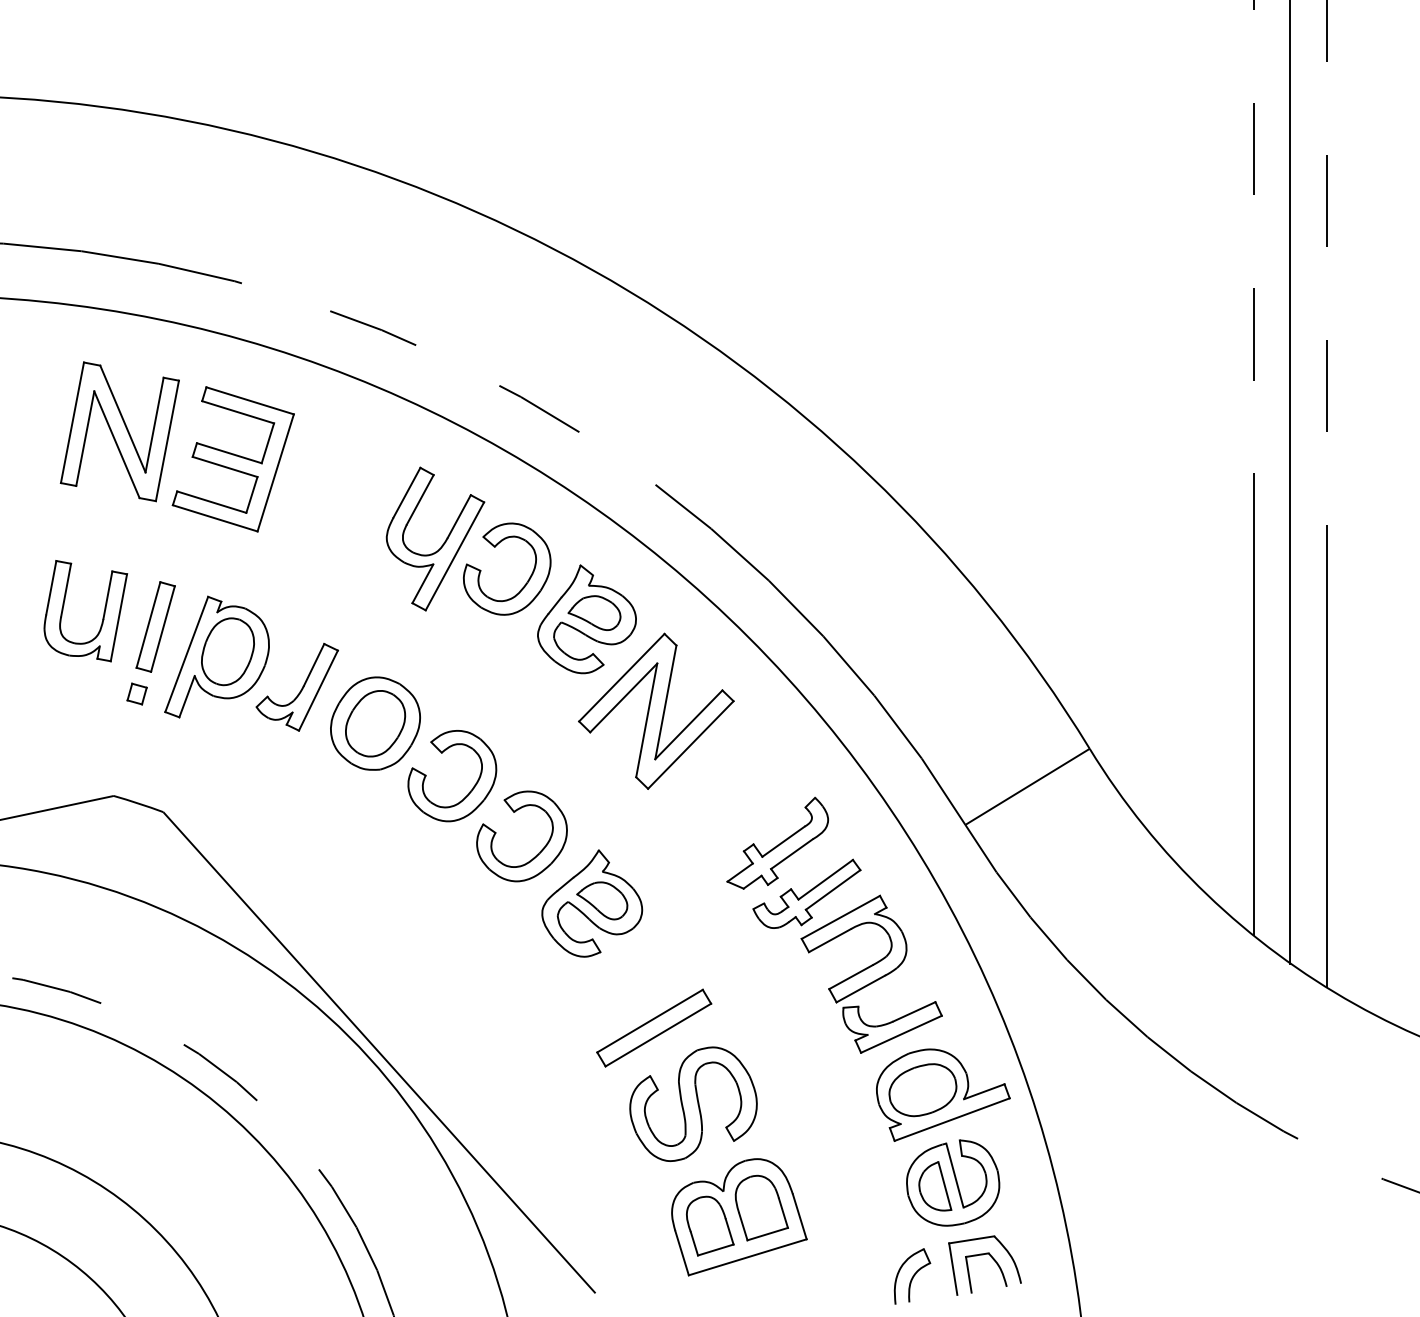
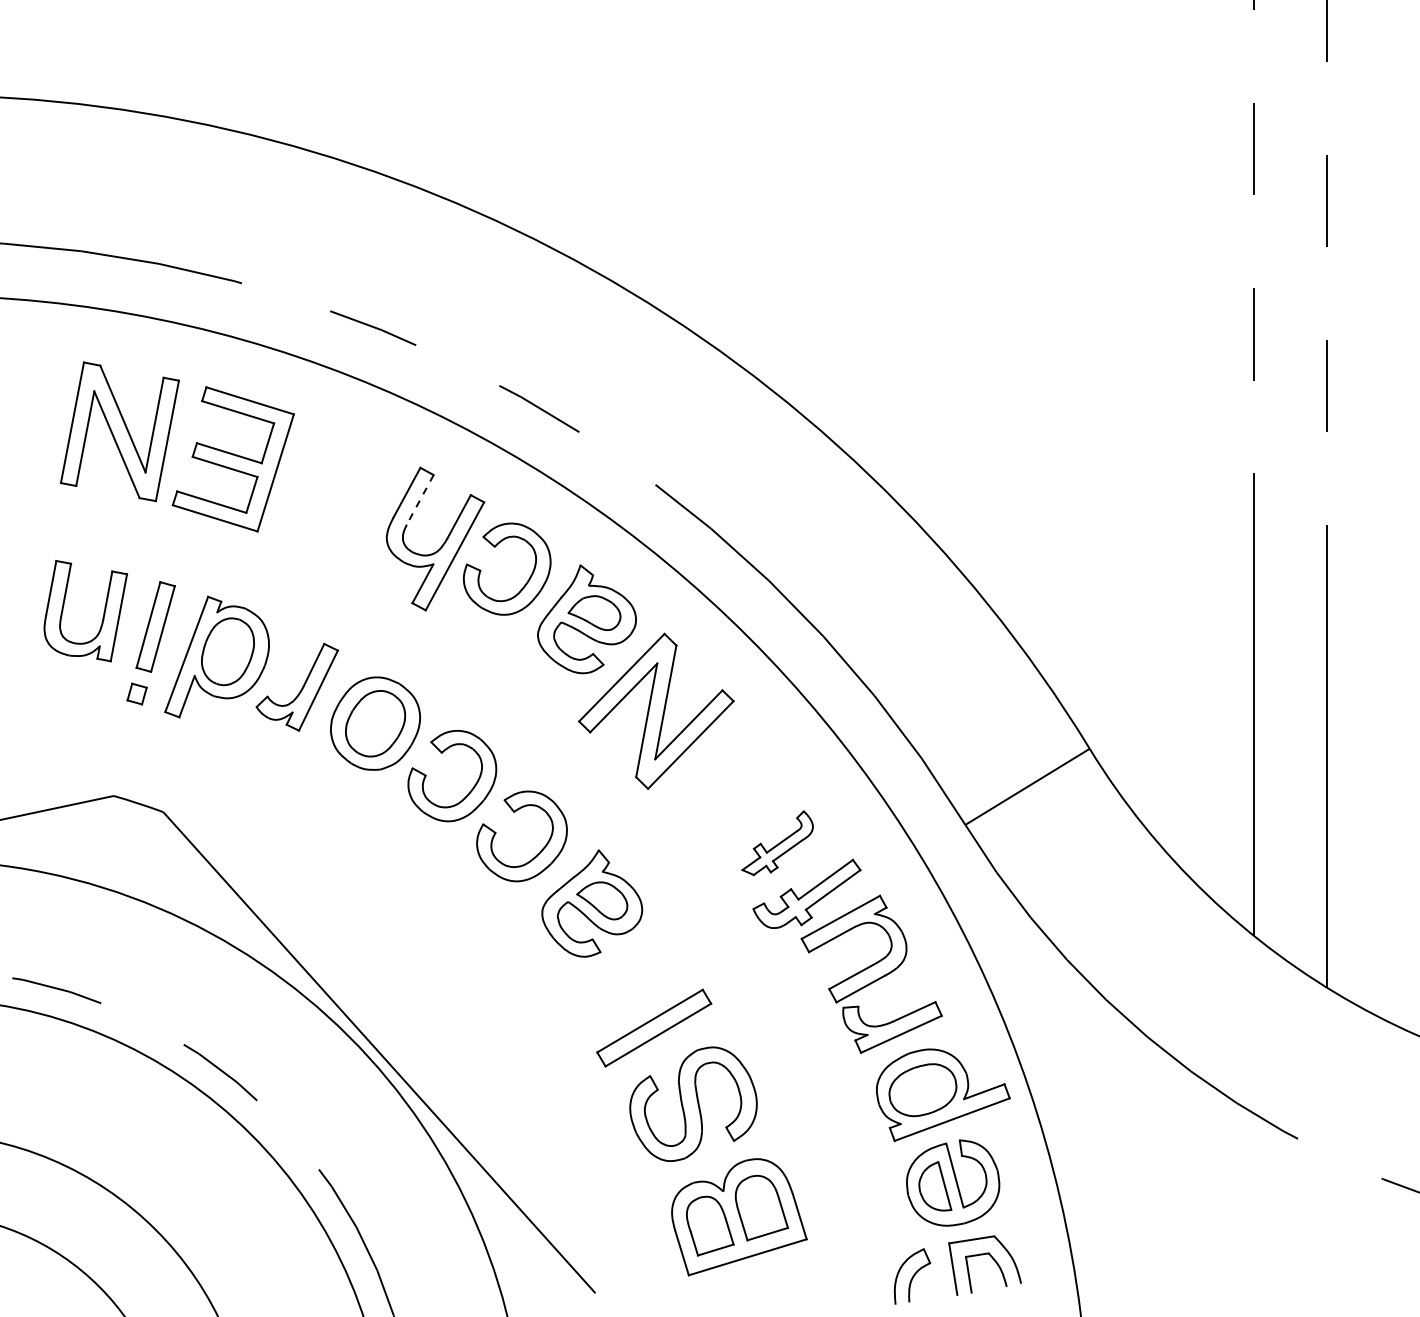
line at (1290, 482): present -> none
line at (420, 500): solid -> dashed
part at (777, 842) size: 103x94 px -> 73x66 px
